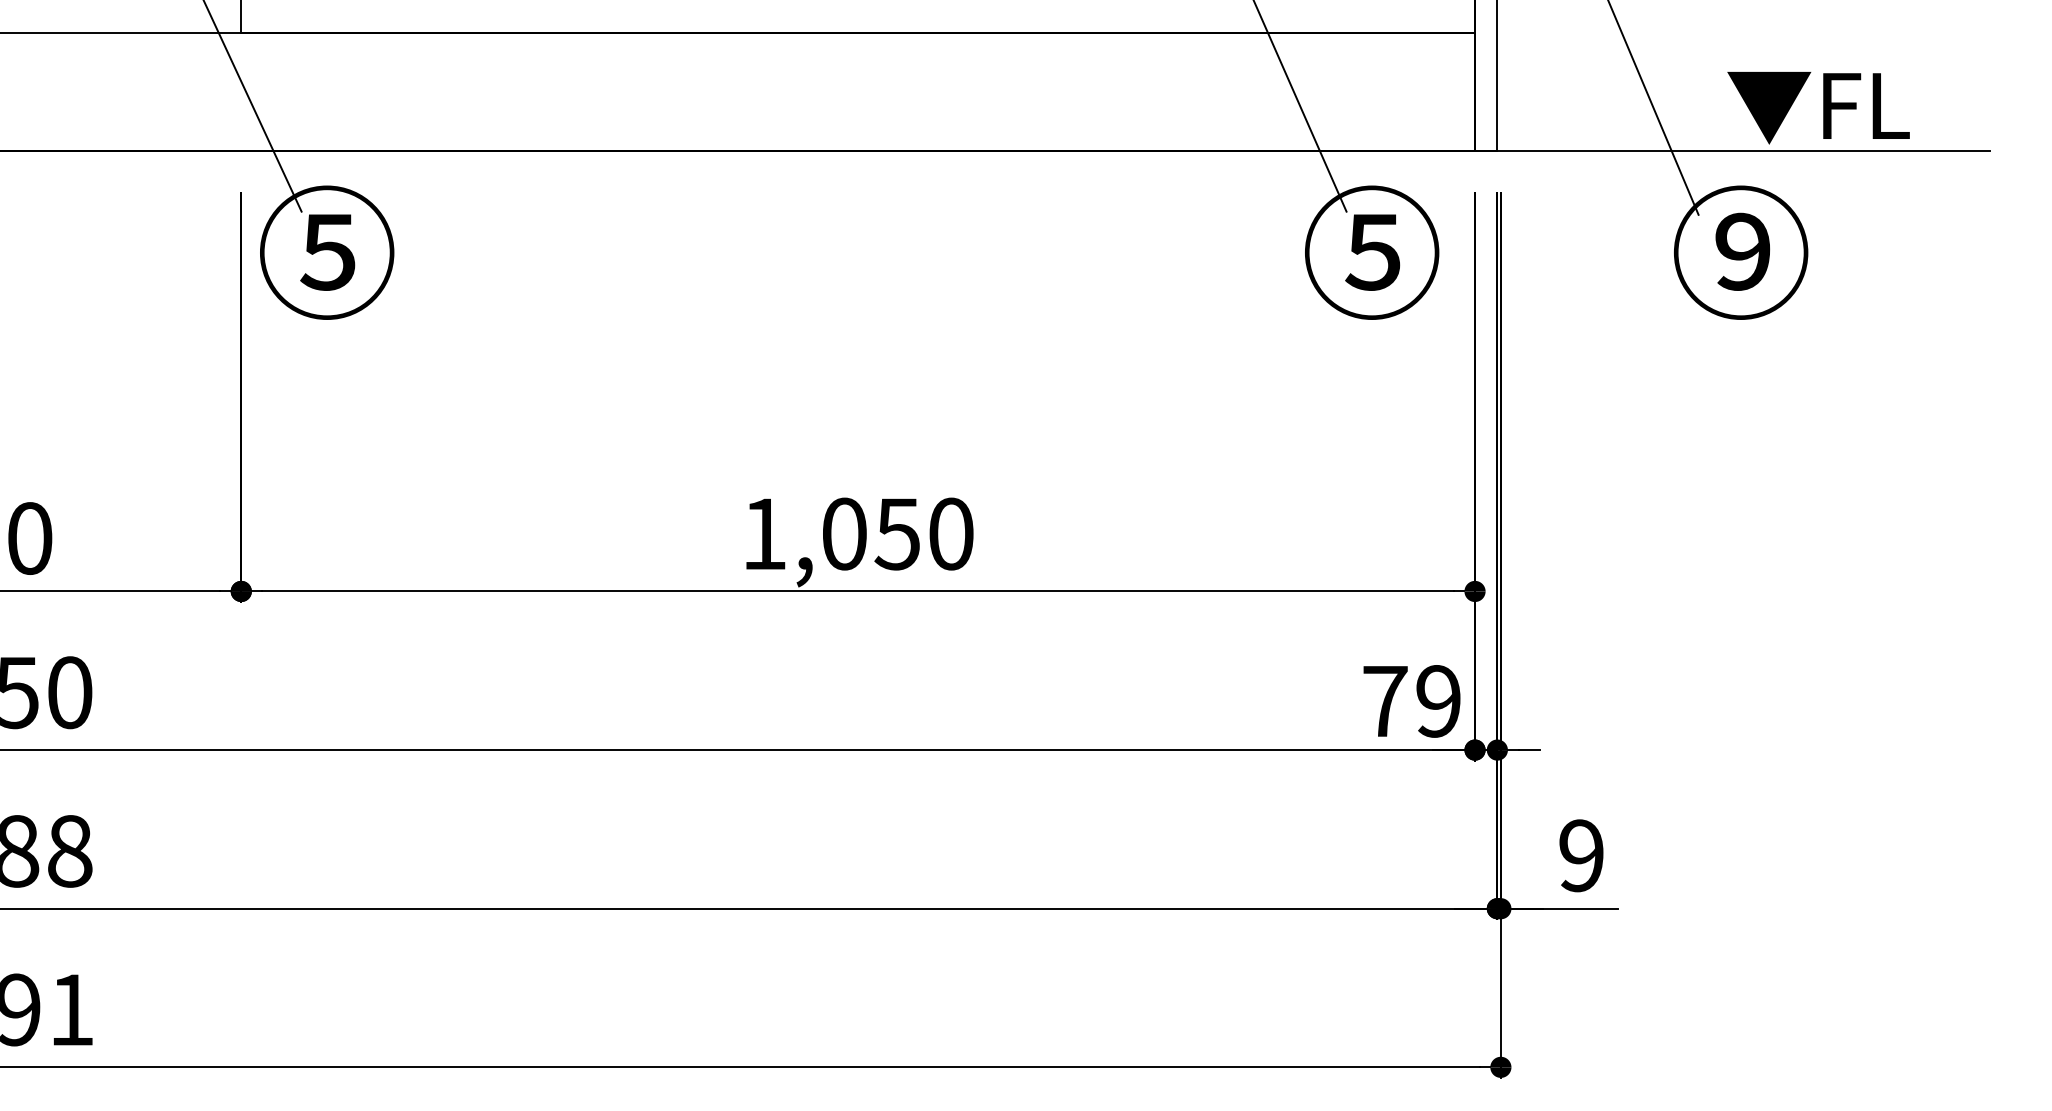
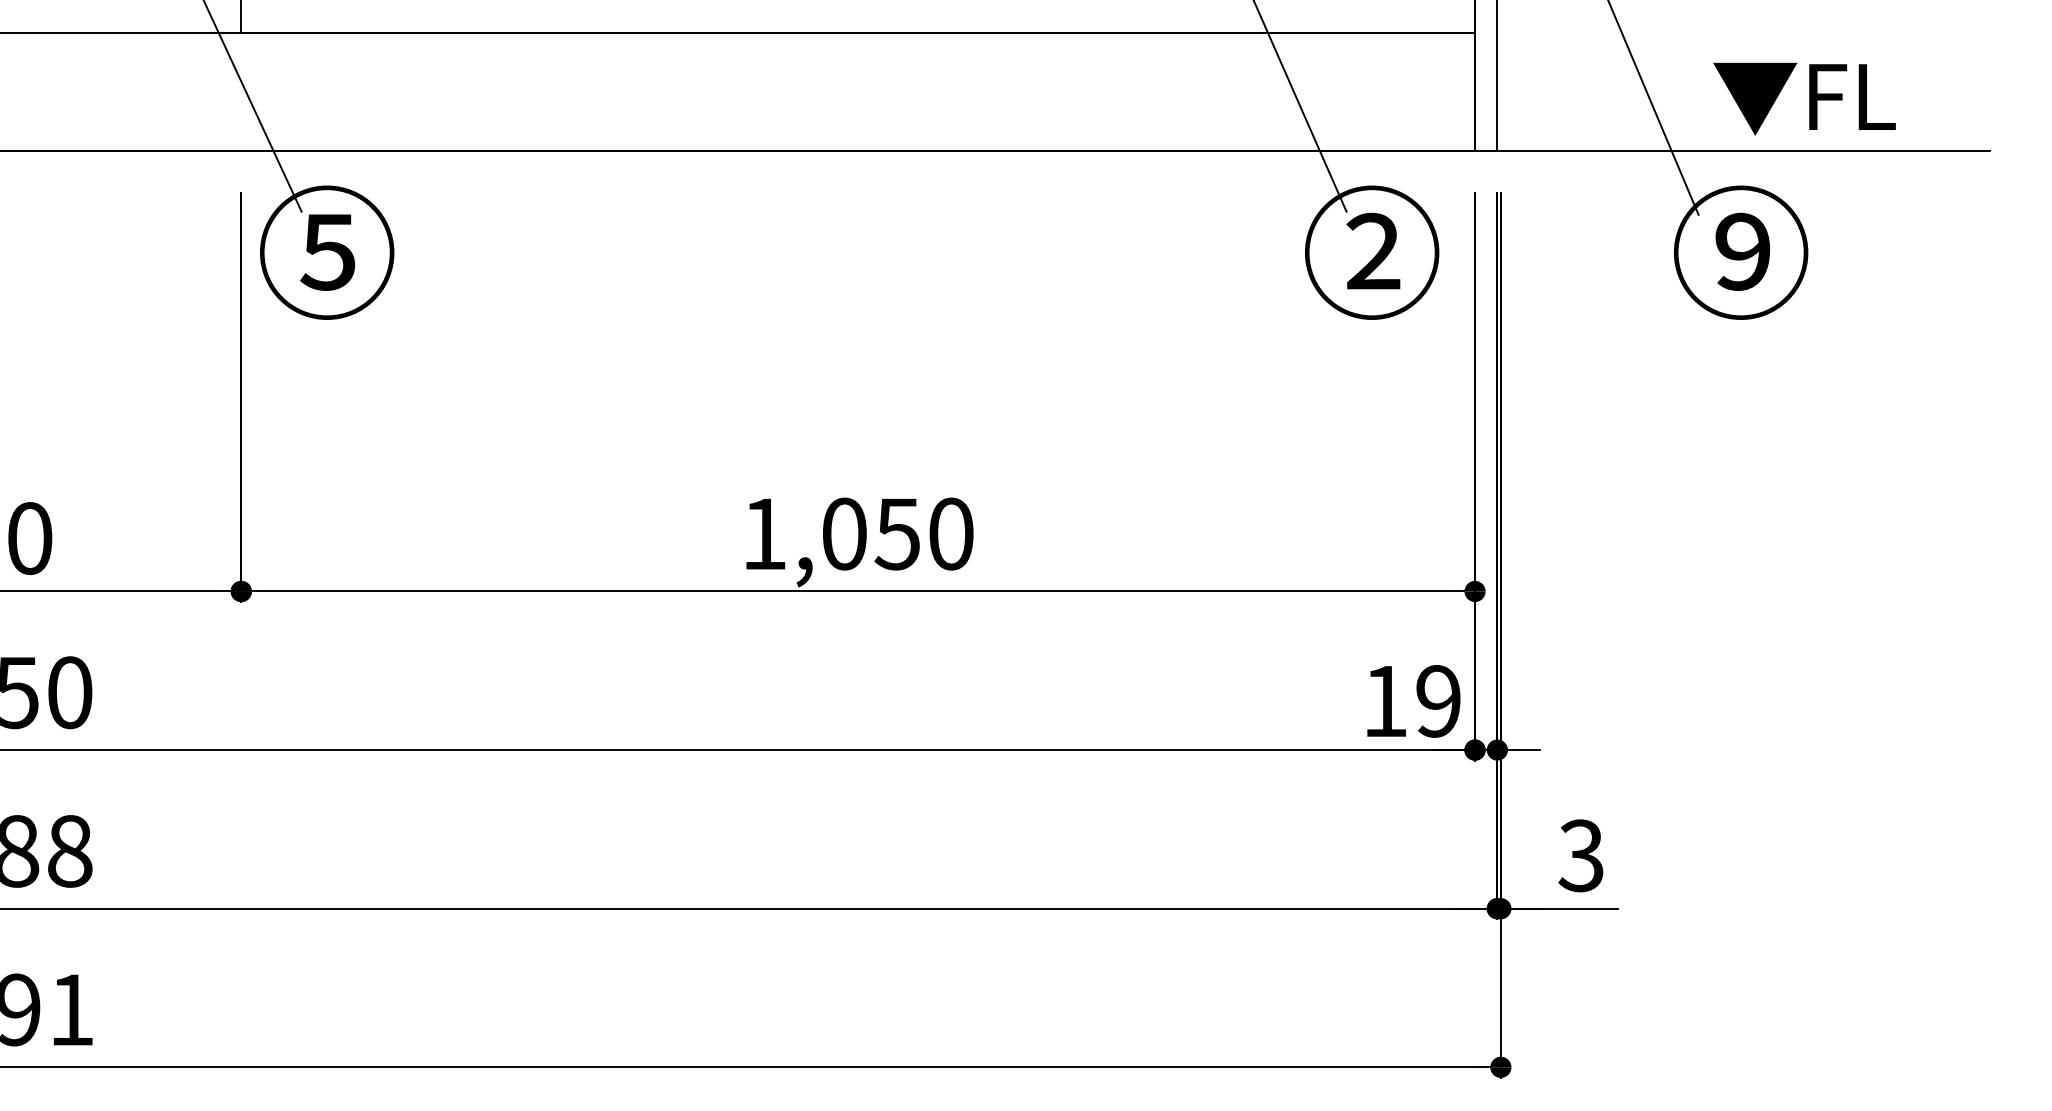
text at (1818, 108) position: (1818, 108) -> (1804, 99)
text at (1372, 251): ⑤ -> ②
text at (1385, 701): 79 -> 19
text at (1580, 855): 9 -> 3
